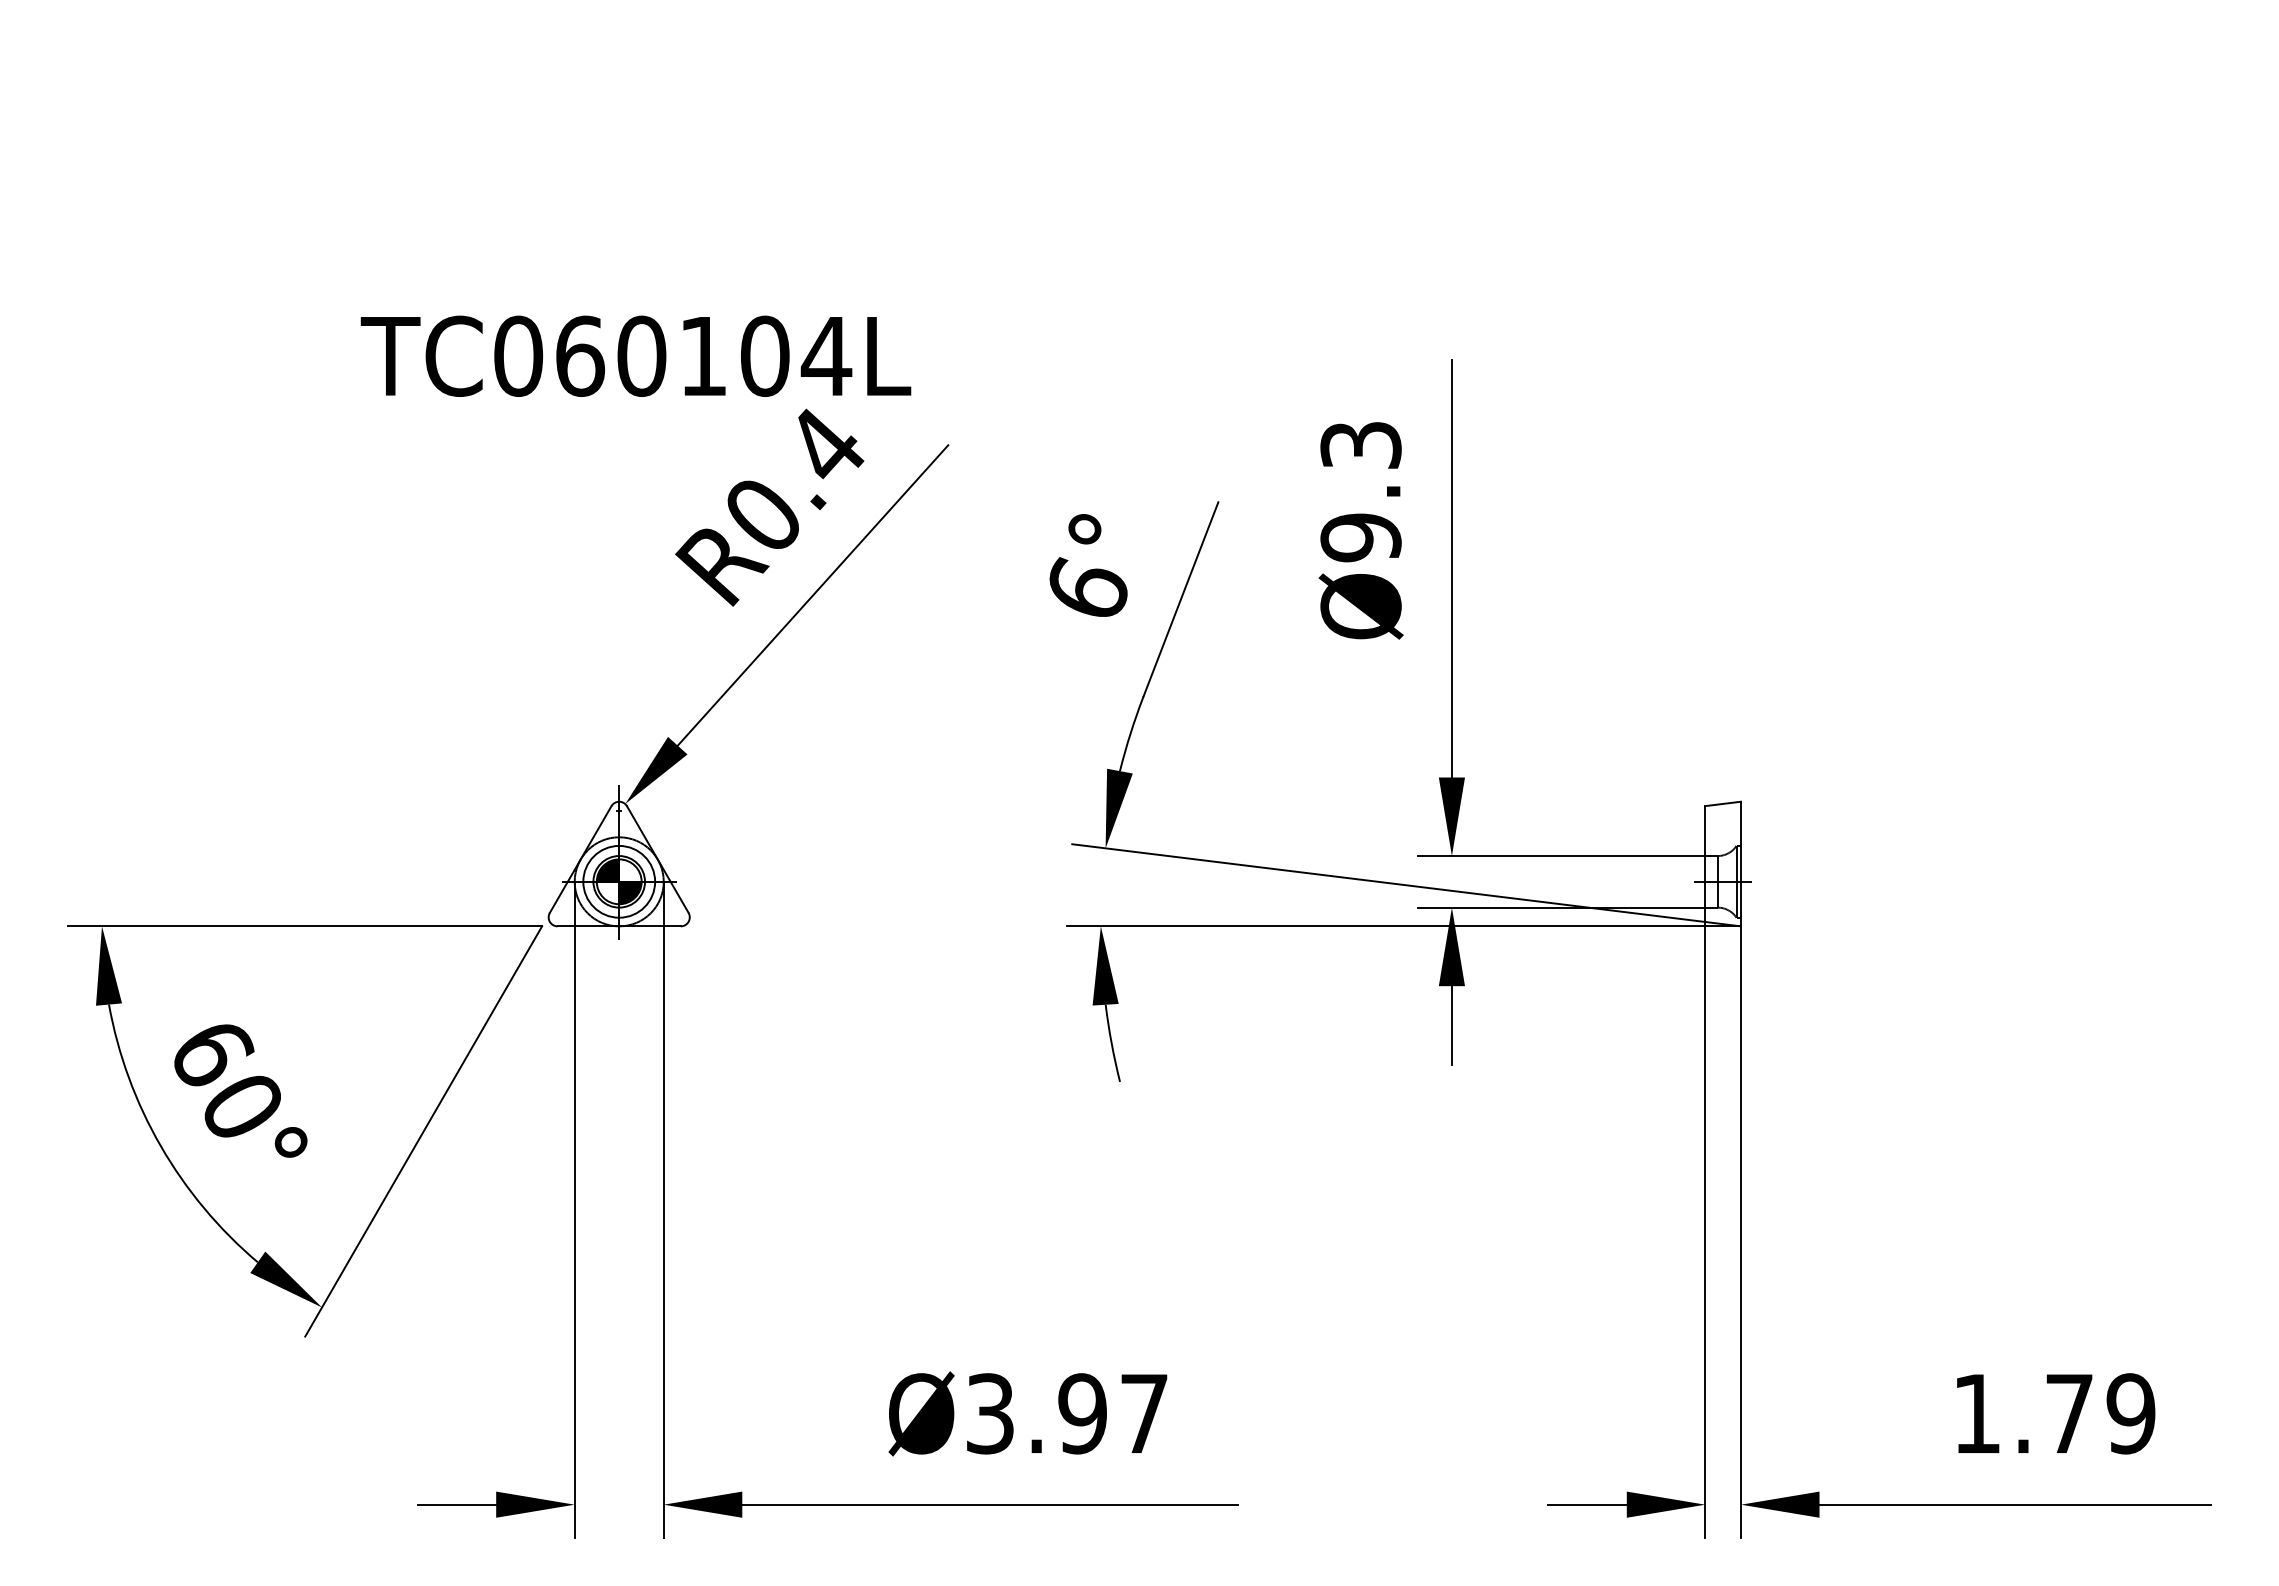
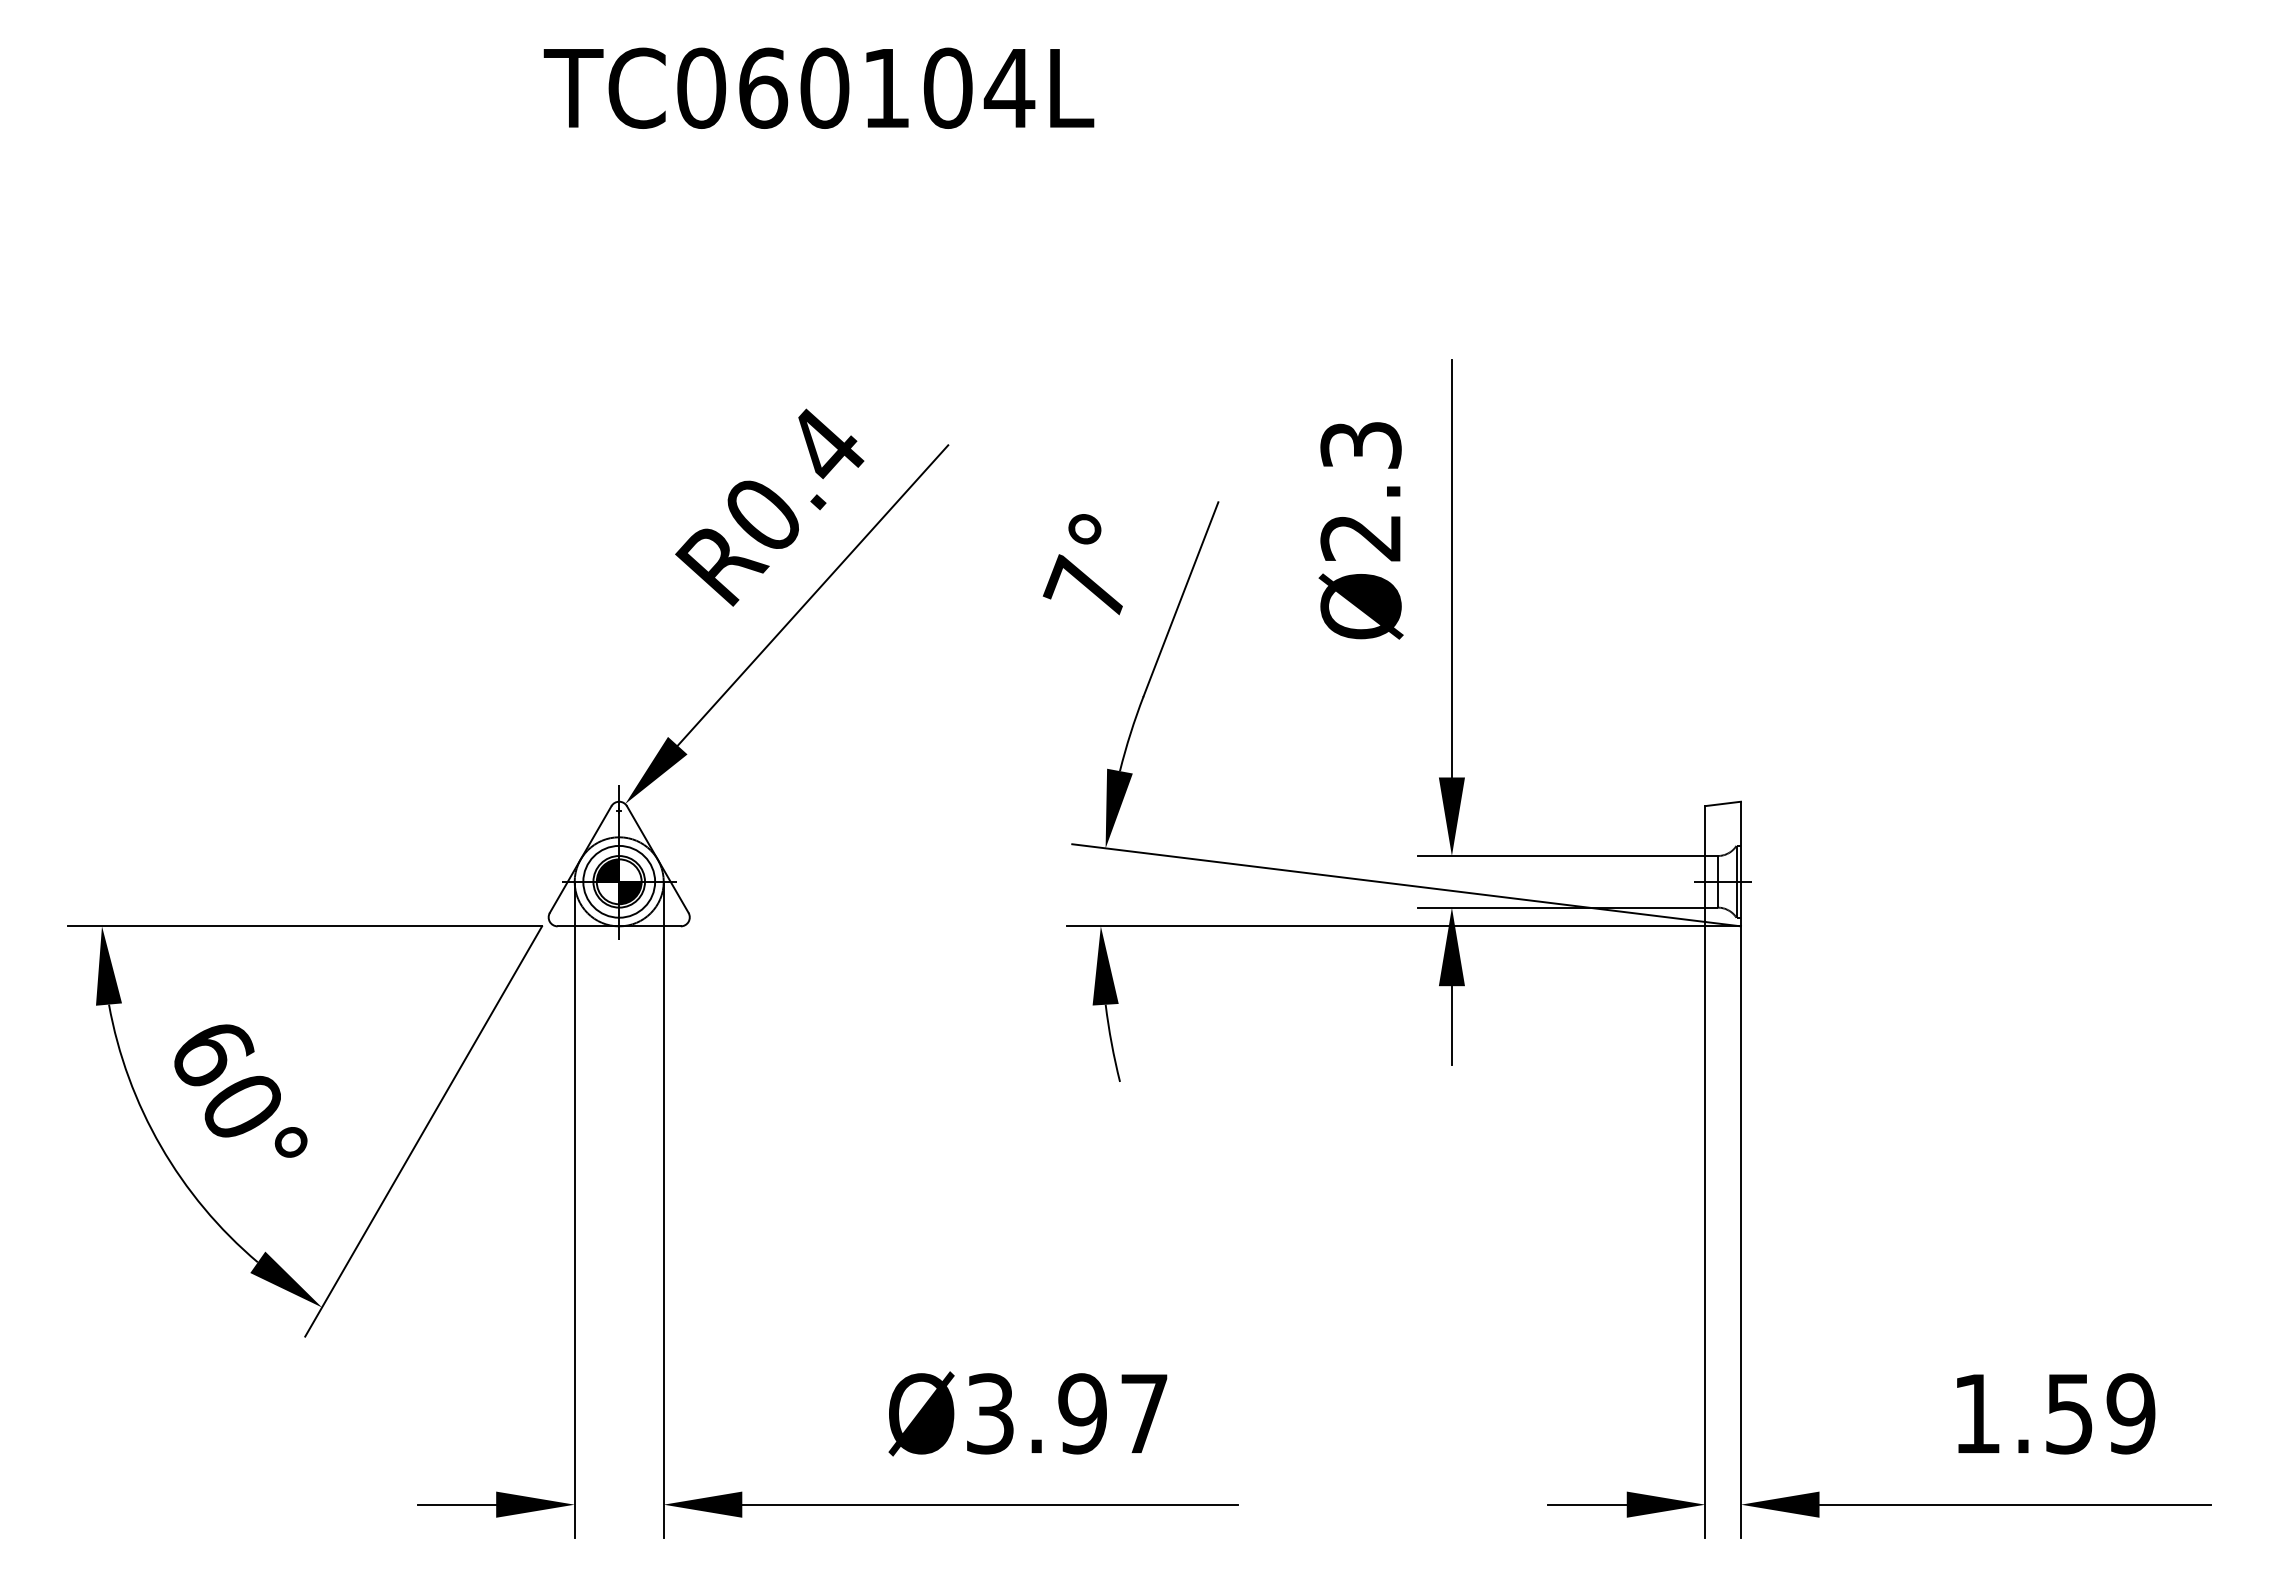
text at (635, 355) position: (635, 355) -> (818, 87)
text at (1360, 537): Ø9.3 -> Ø2.3
text at (1084, 585): 6° -> 7°
text at (2069, 1414): 1.79 -> 1.59
